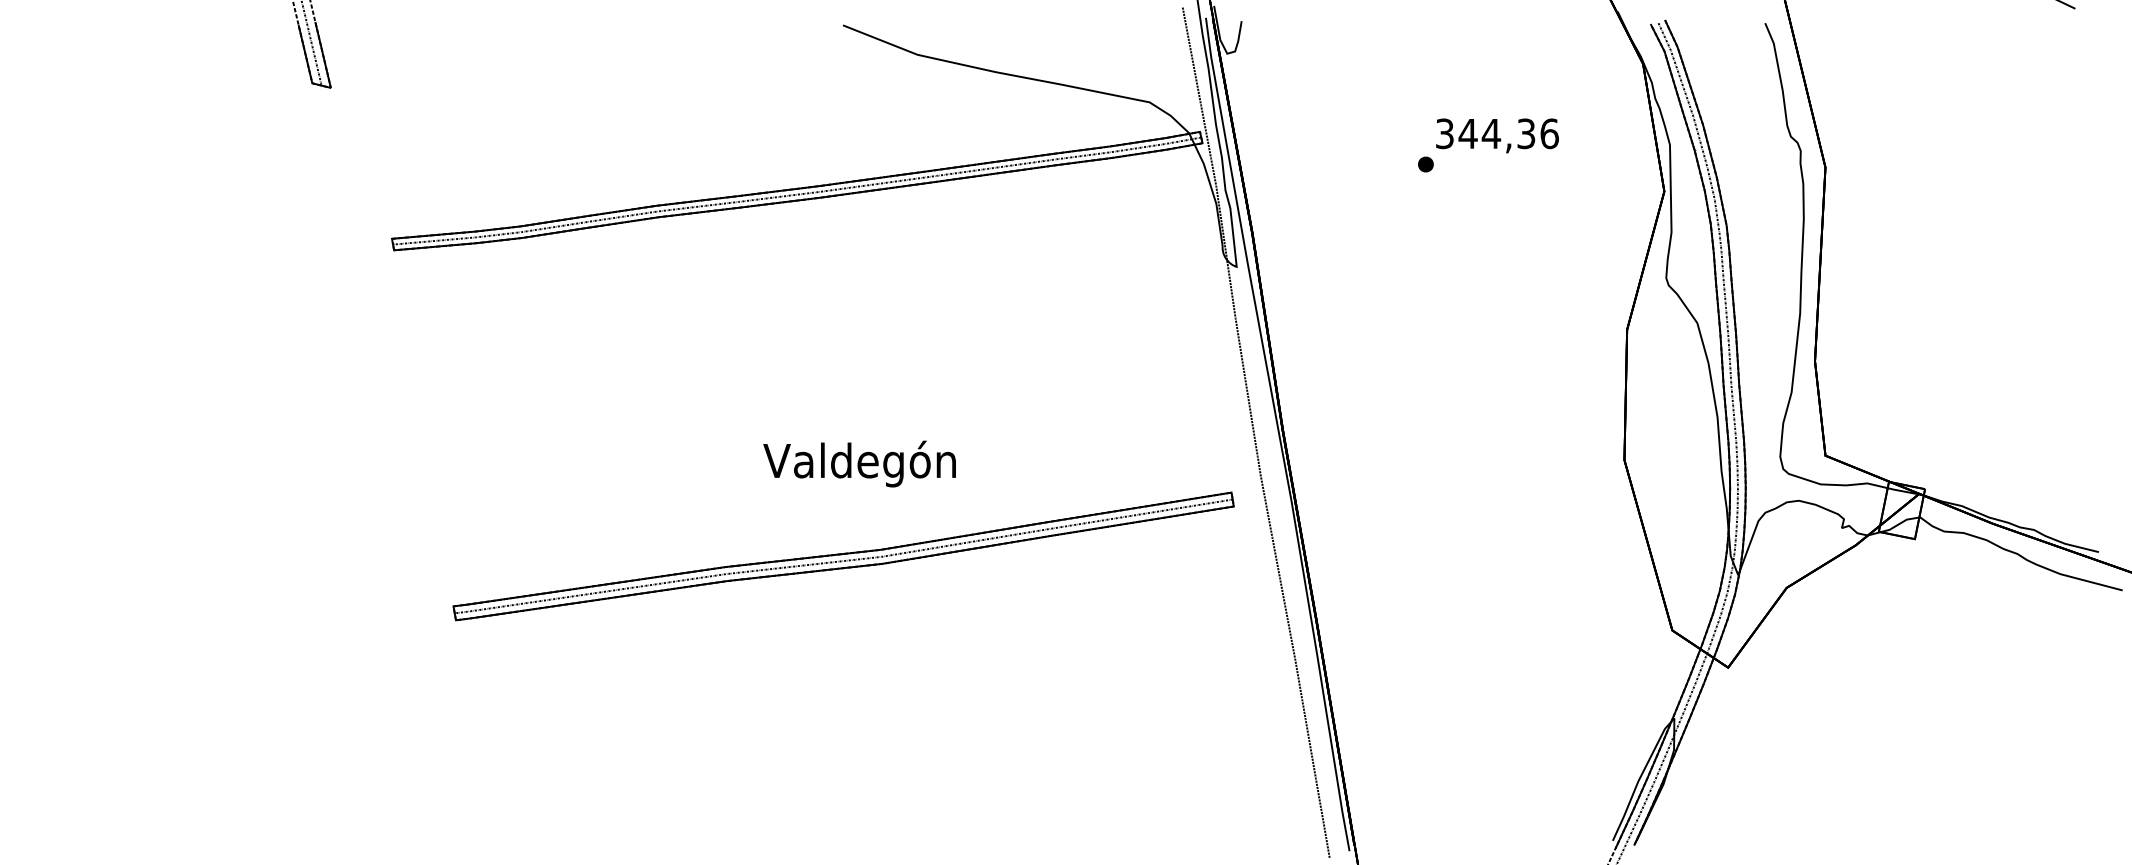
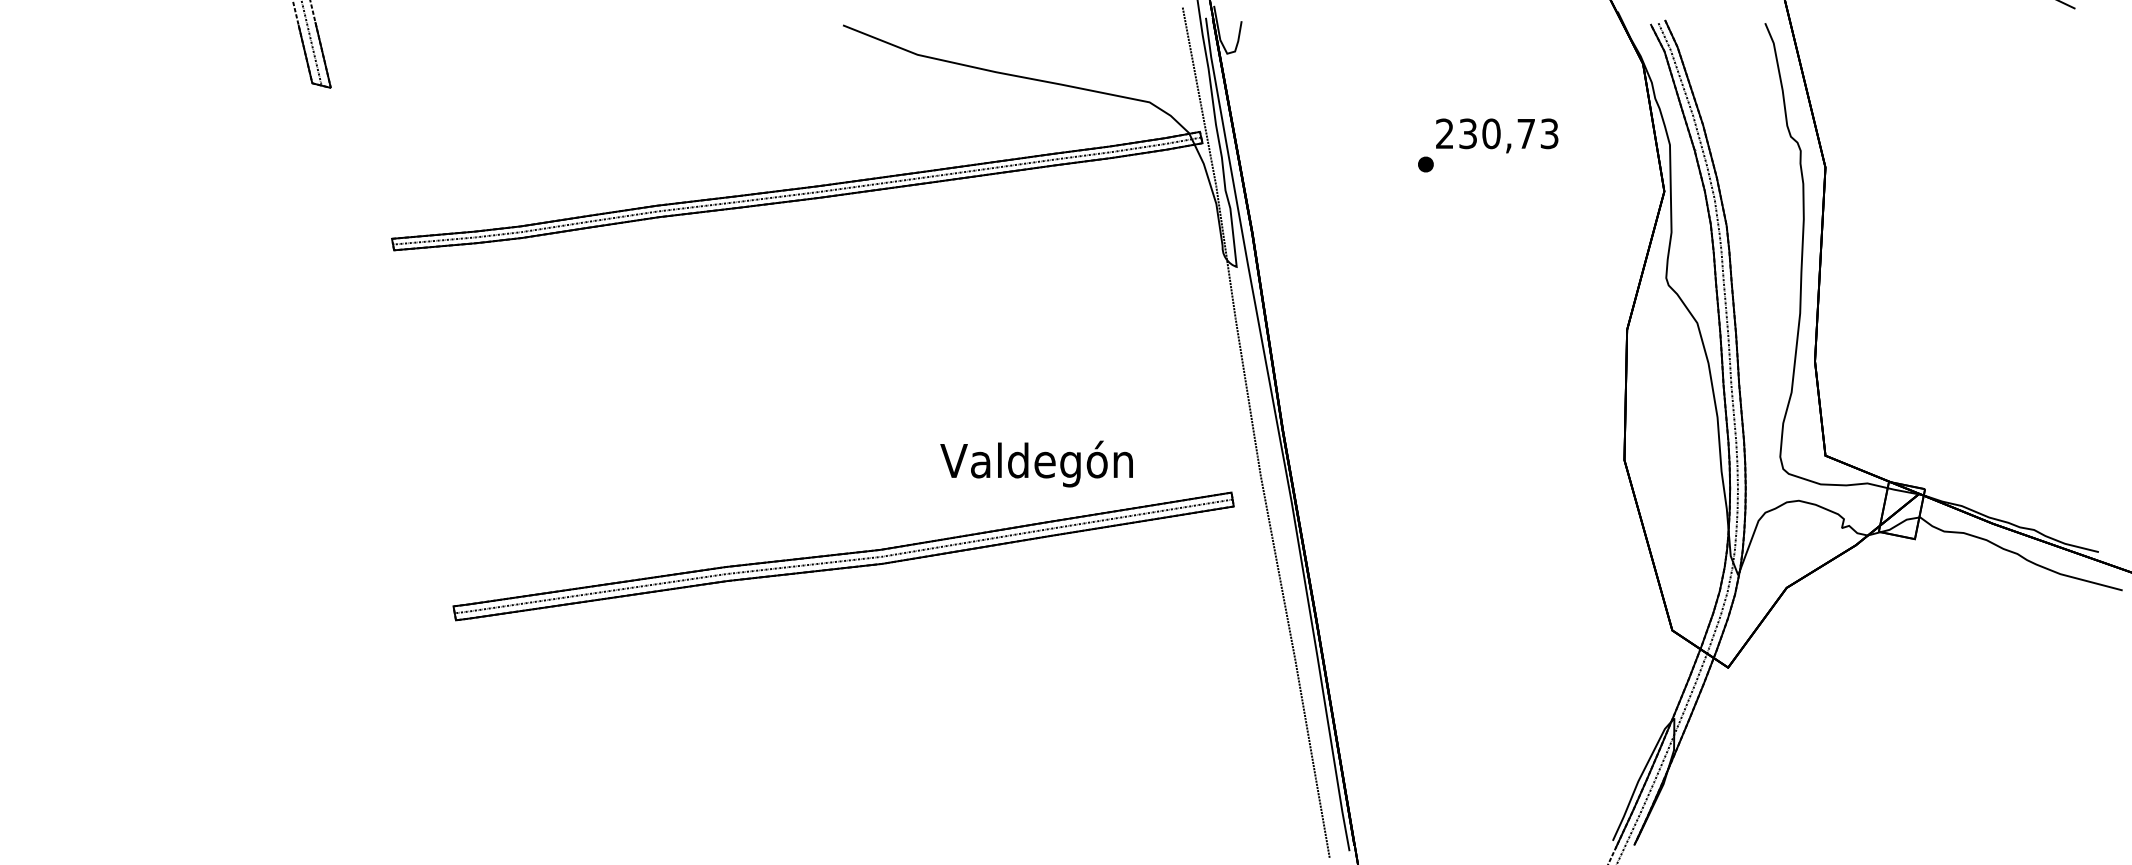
text at (1497, 133): 344,36 -> 230,73
text at (859, 463) position: (859, 463) -> (1036, 463)
